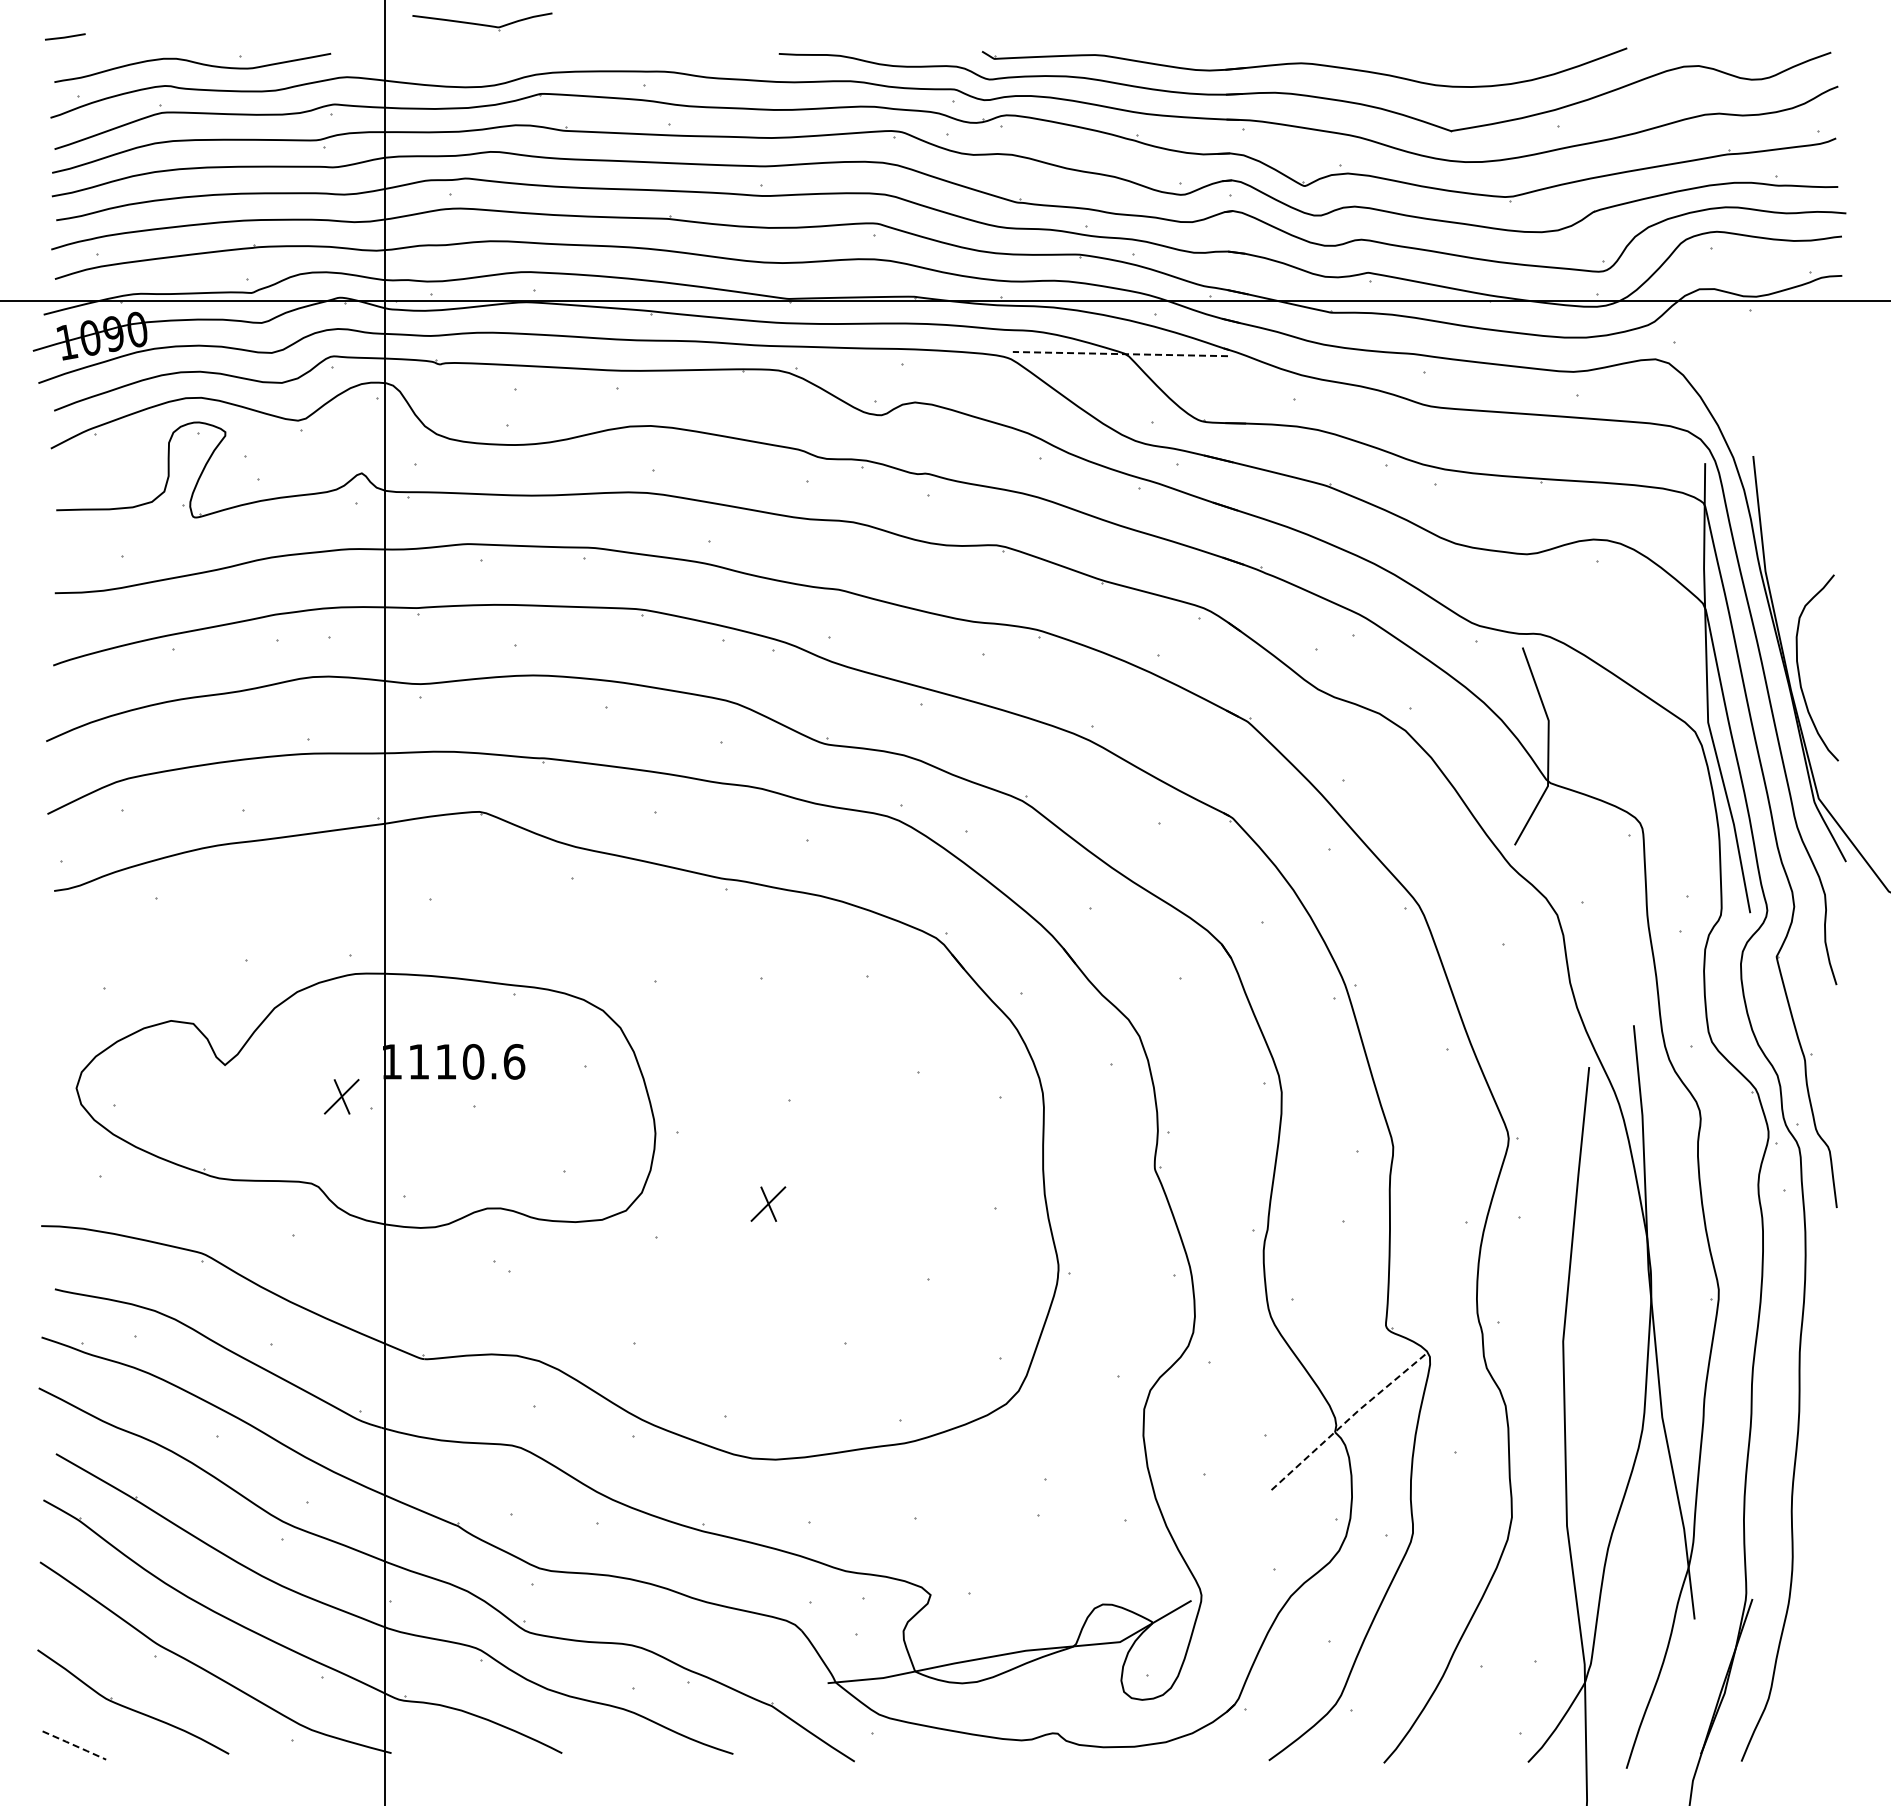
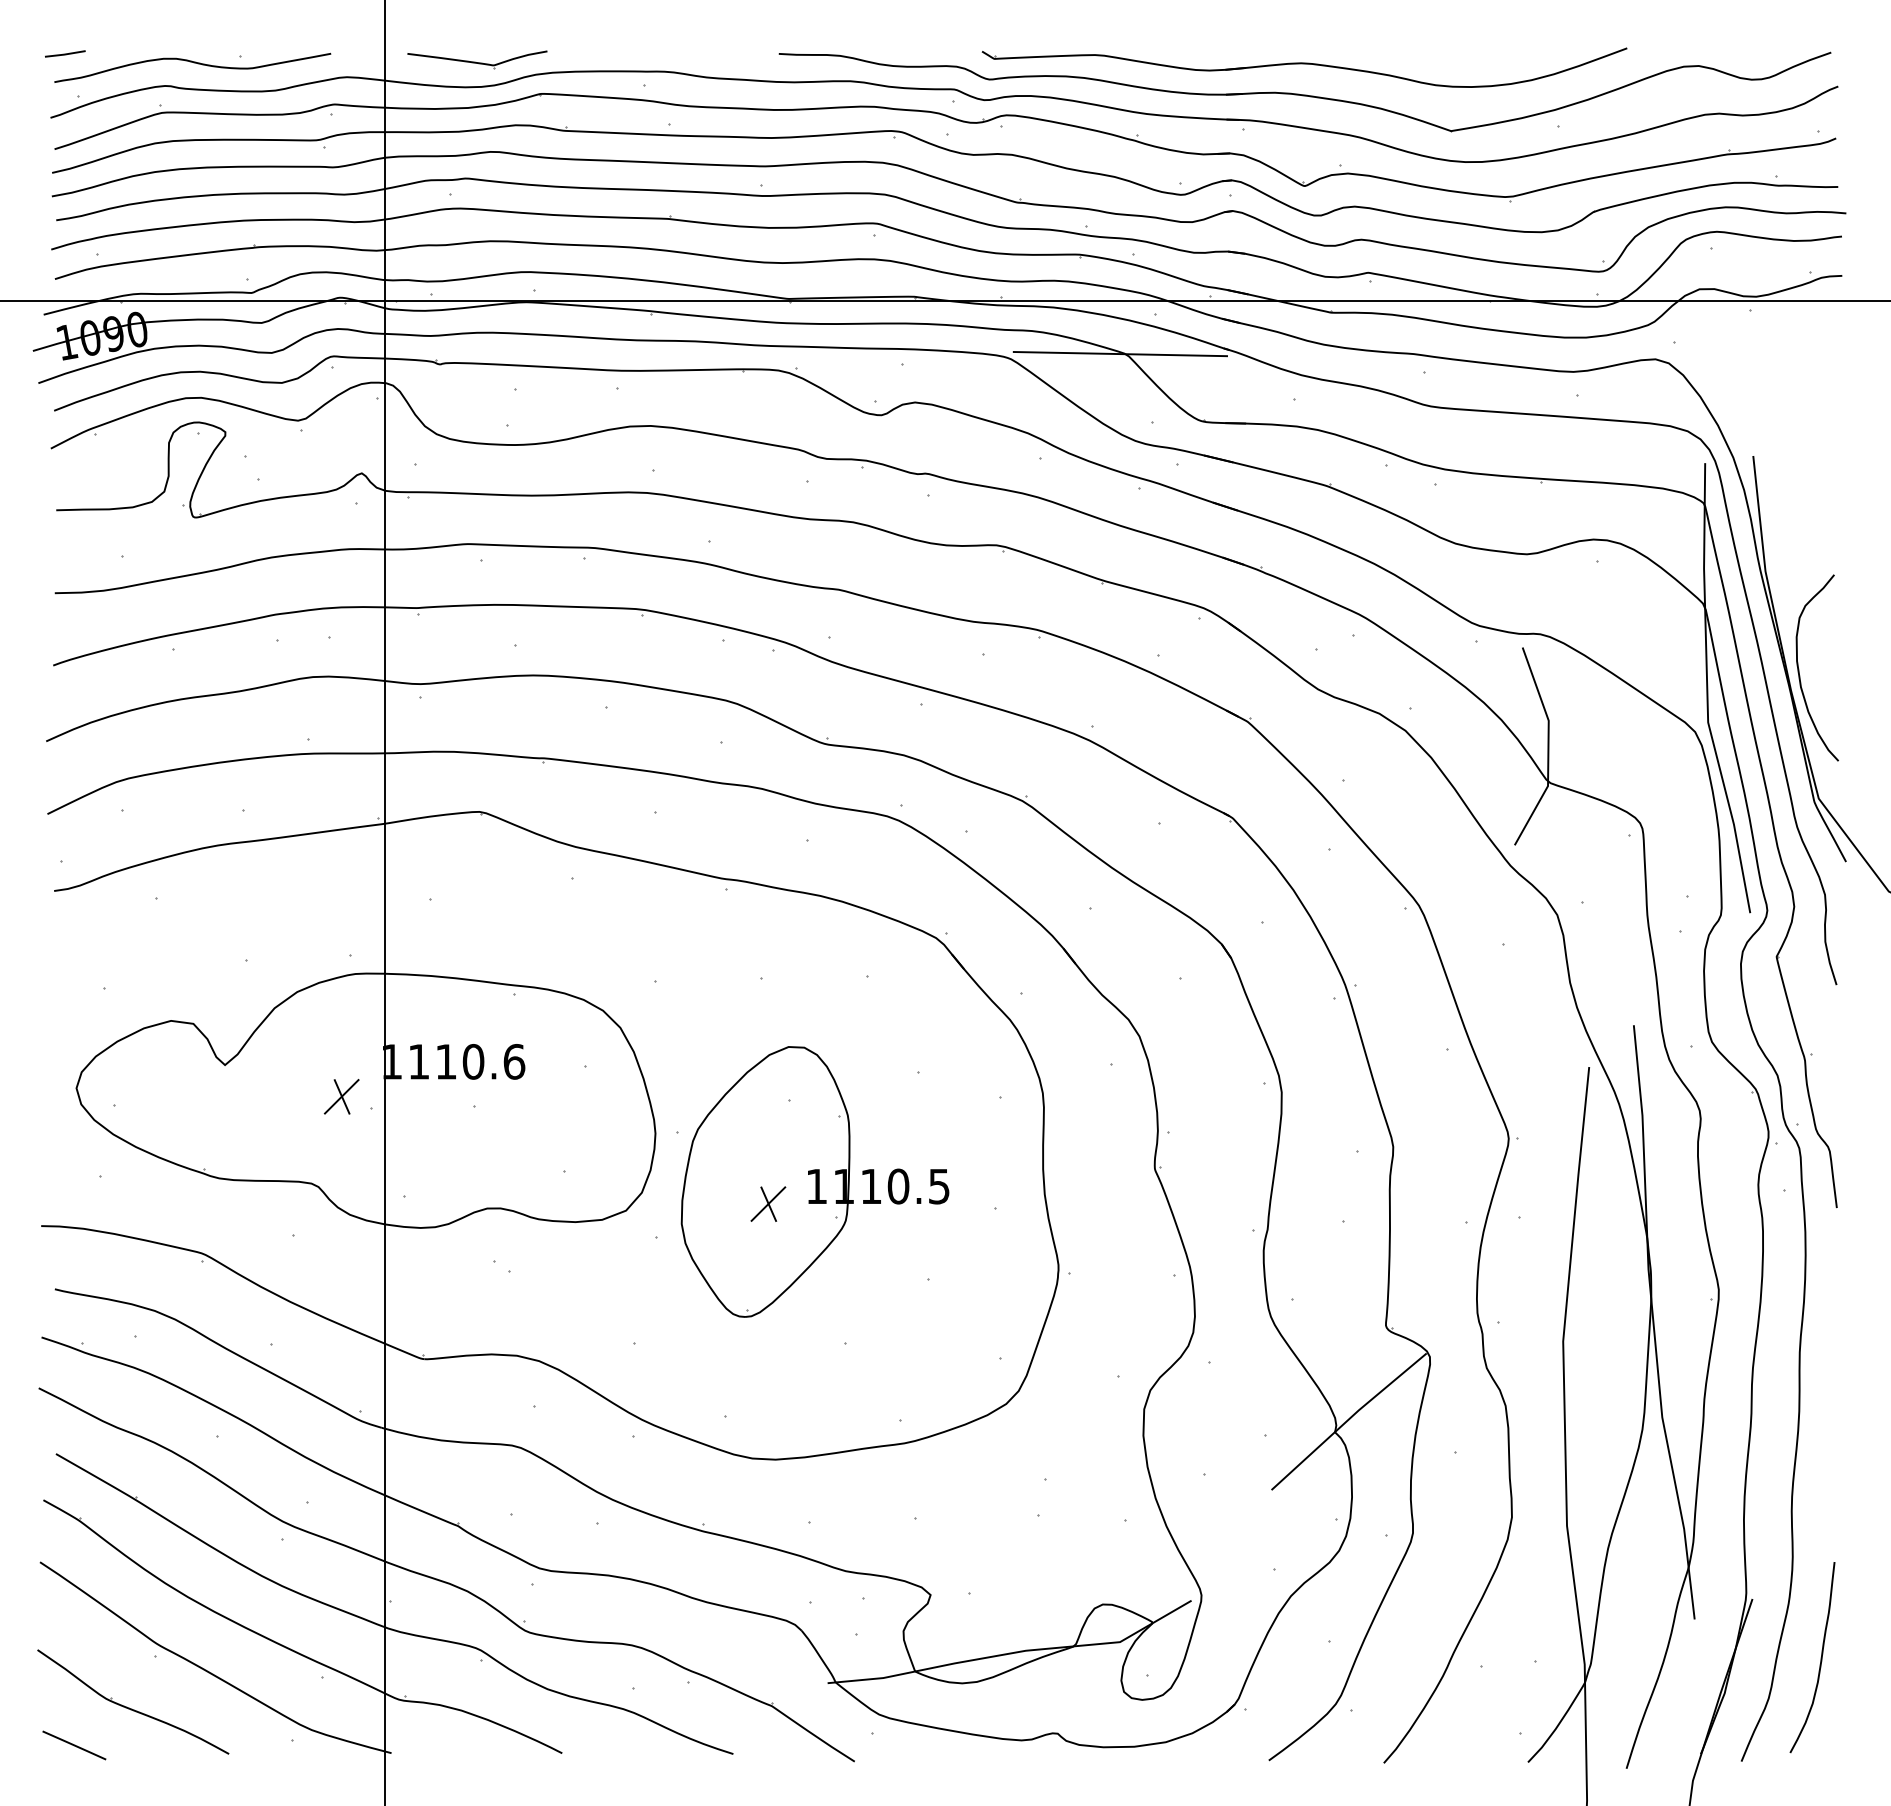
part at (482, 21) position: (482, 21) -> (477, 59)
line at (65, 36) position: (65, 36) -> (65, 53)
line at (1120, 354): dashed -> solid
part at (814, 1181): none -> present
line at (1348, 1419): dashed -> solid
curve at (1820, 1657): none -> present
line at (74, 1745): dashed -> solid
